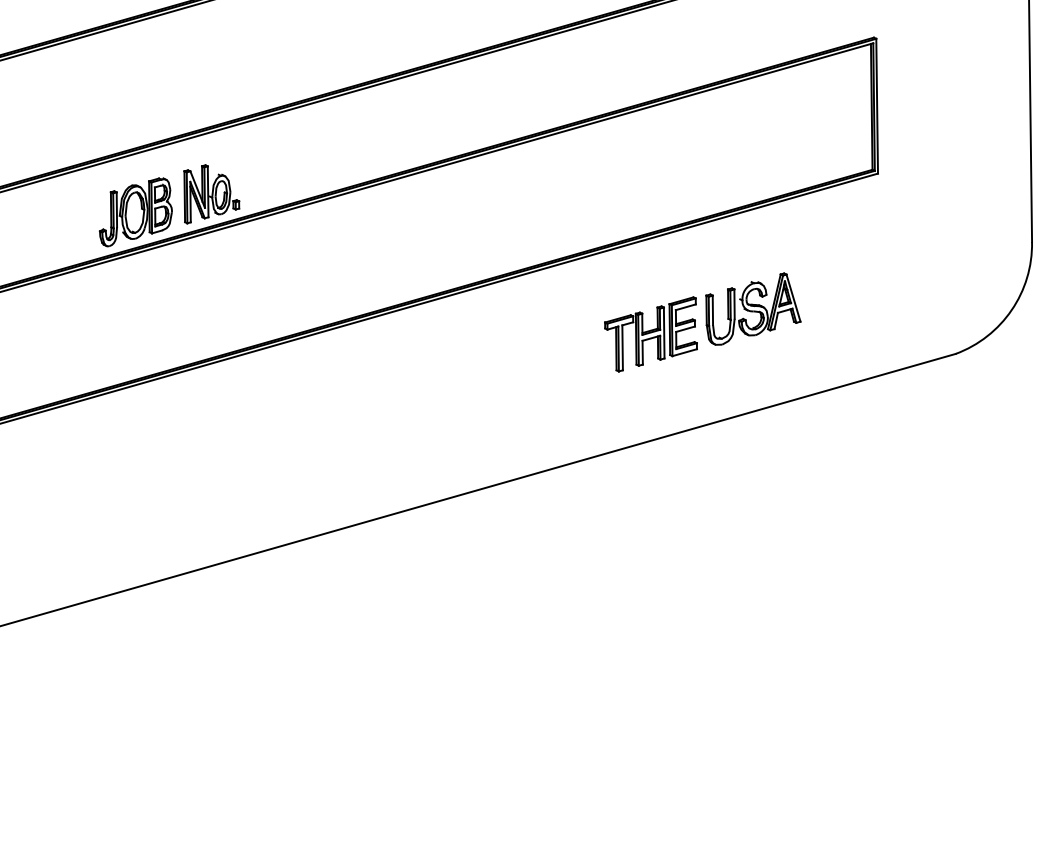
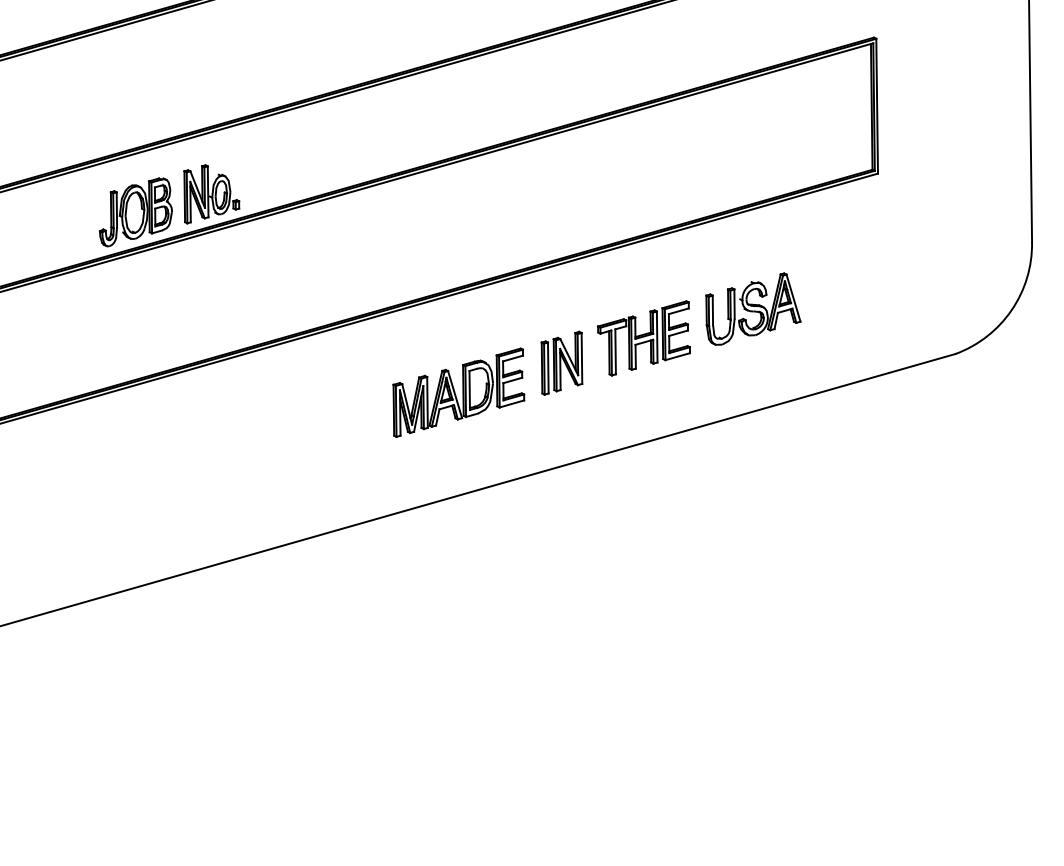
part at (650, 334) position: (650, 334) -> (643, 338)
part at (561, 362): none -> present
part at (458, 392): none -> present
